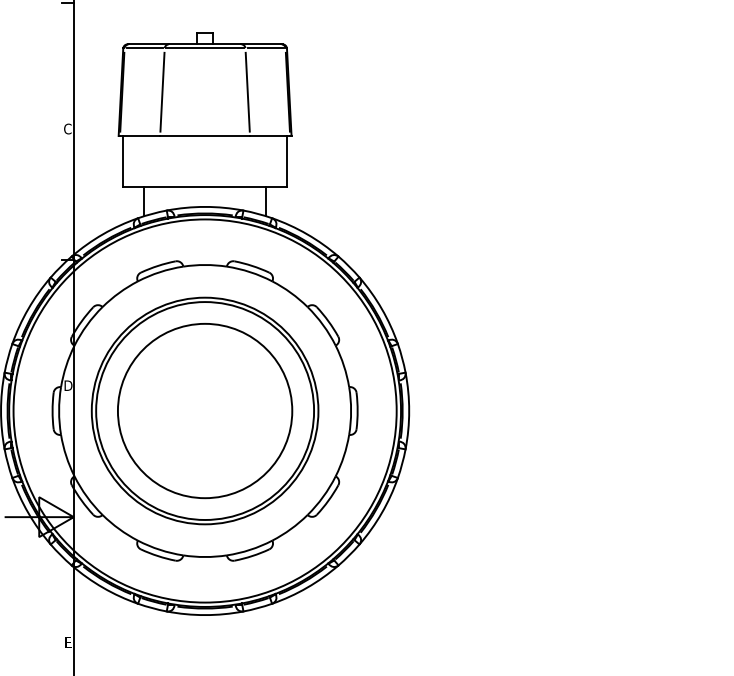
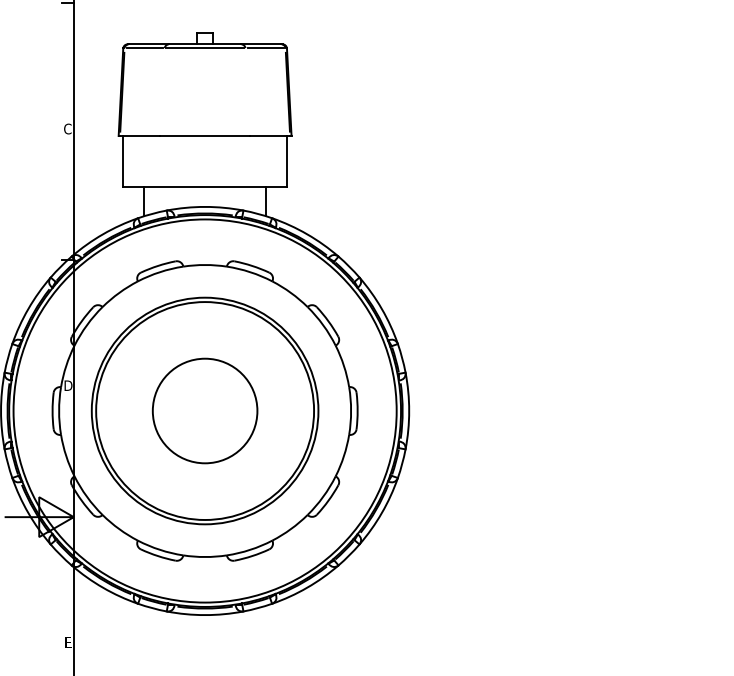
line at (162, 91): present -> none
line at (247, 91): present -> none
circle at (204, 410) diameter: 174 px -> 105 px
